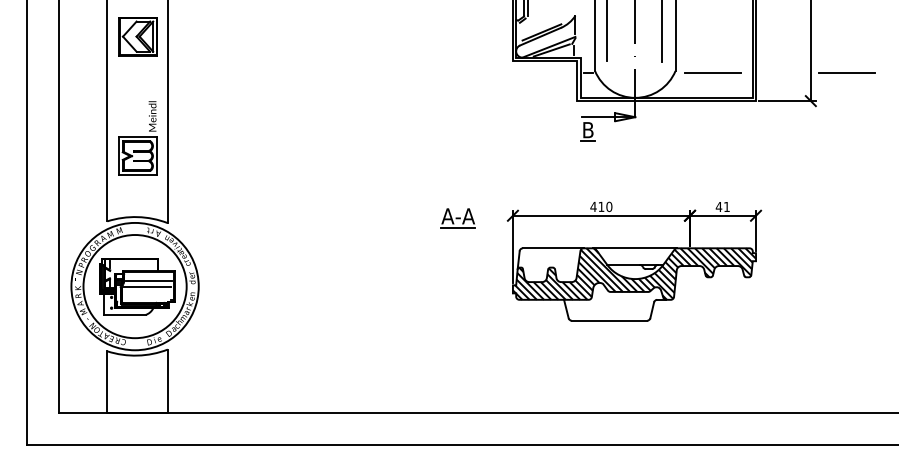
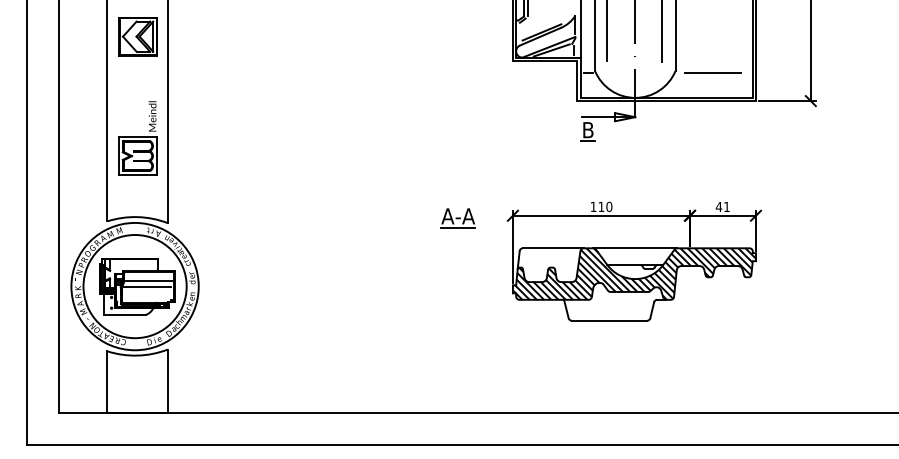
line at (580, 29): none -> present
line at (846, 72): present -> none
text at (593, 206): 410 -> 110
